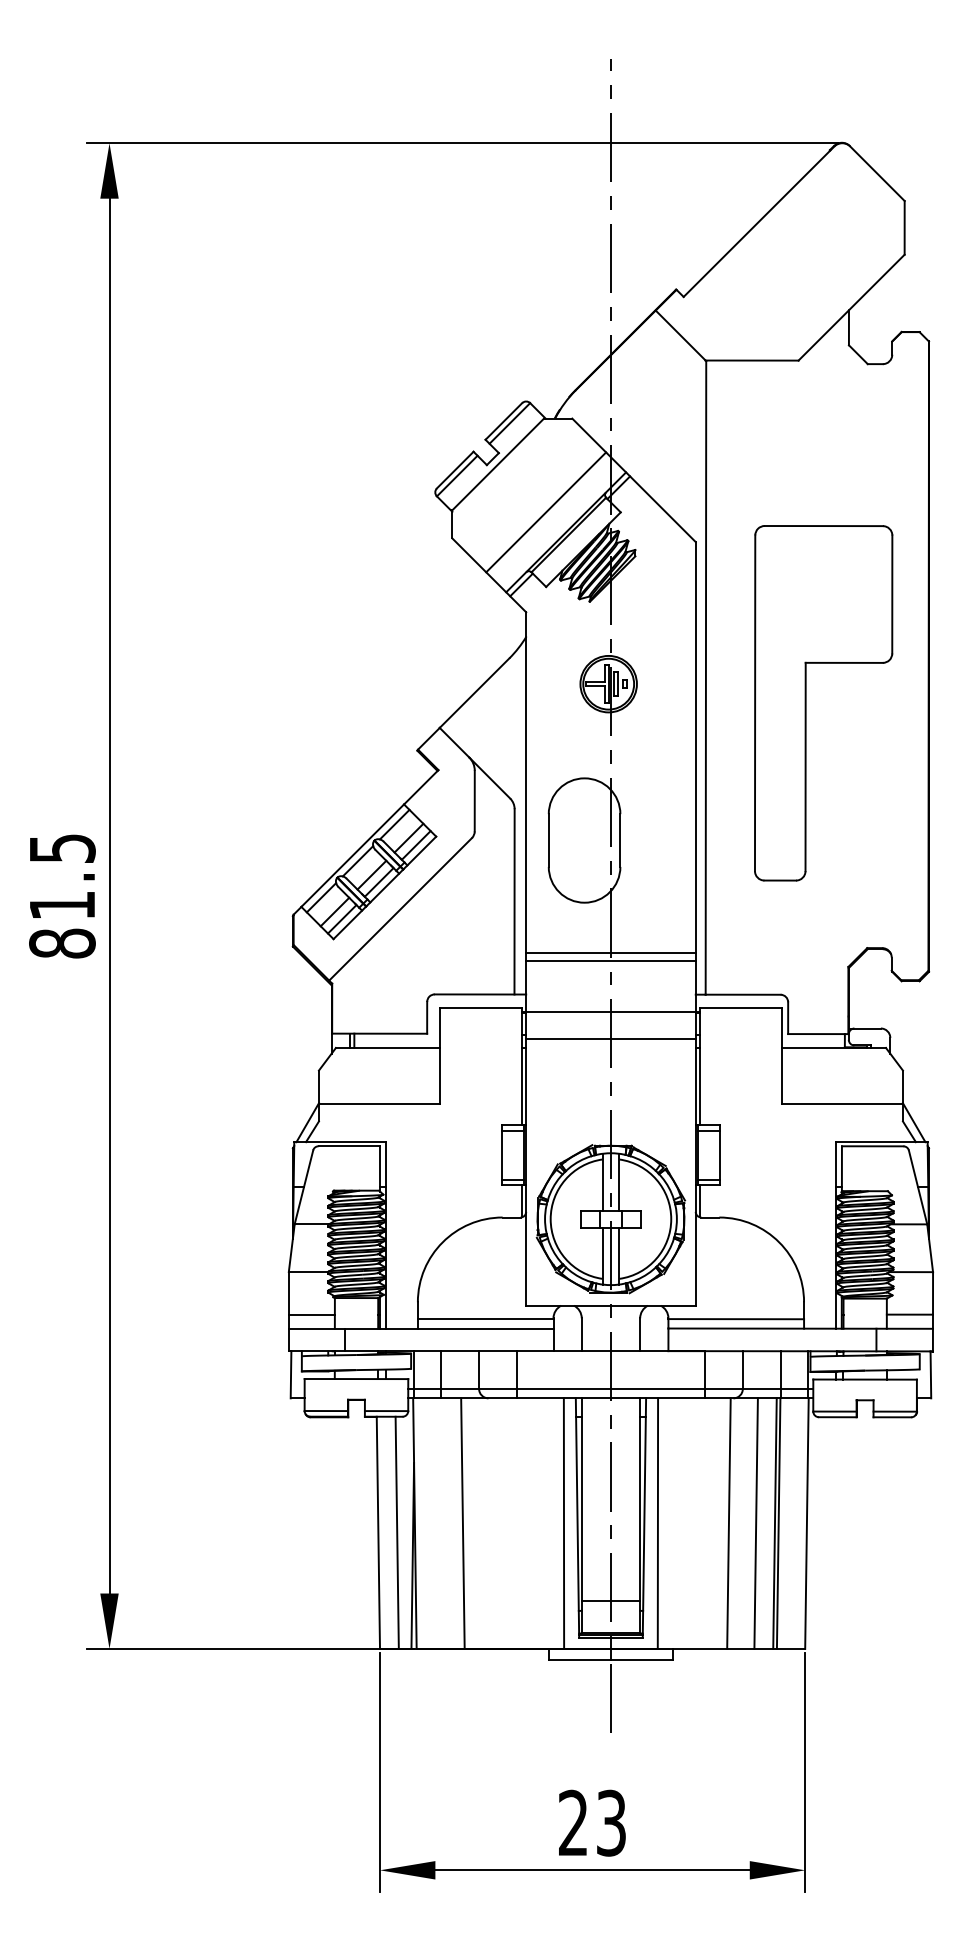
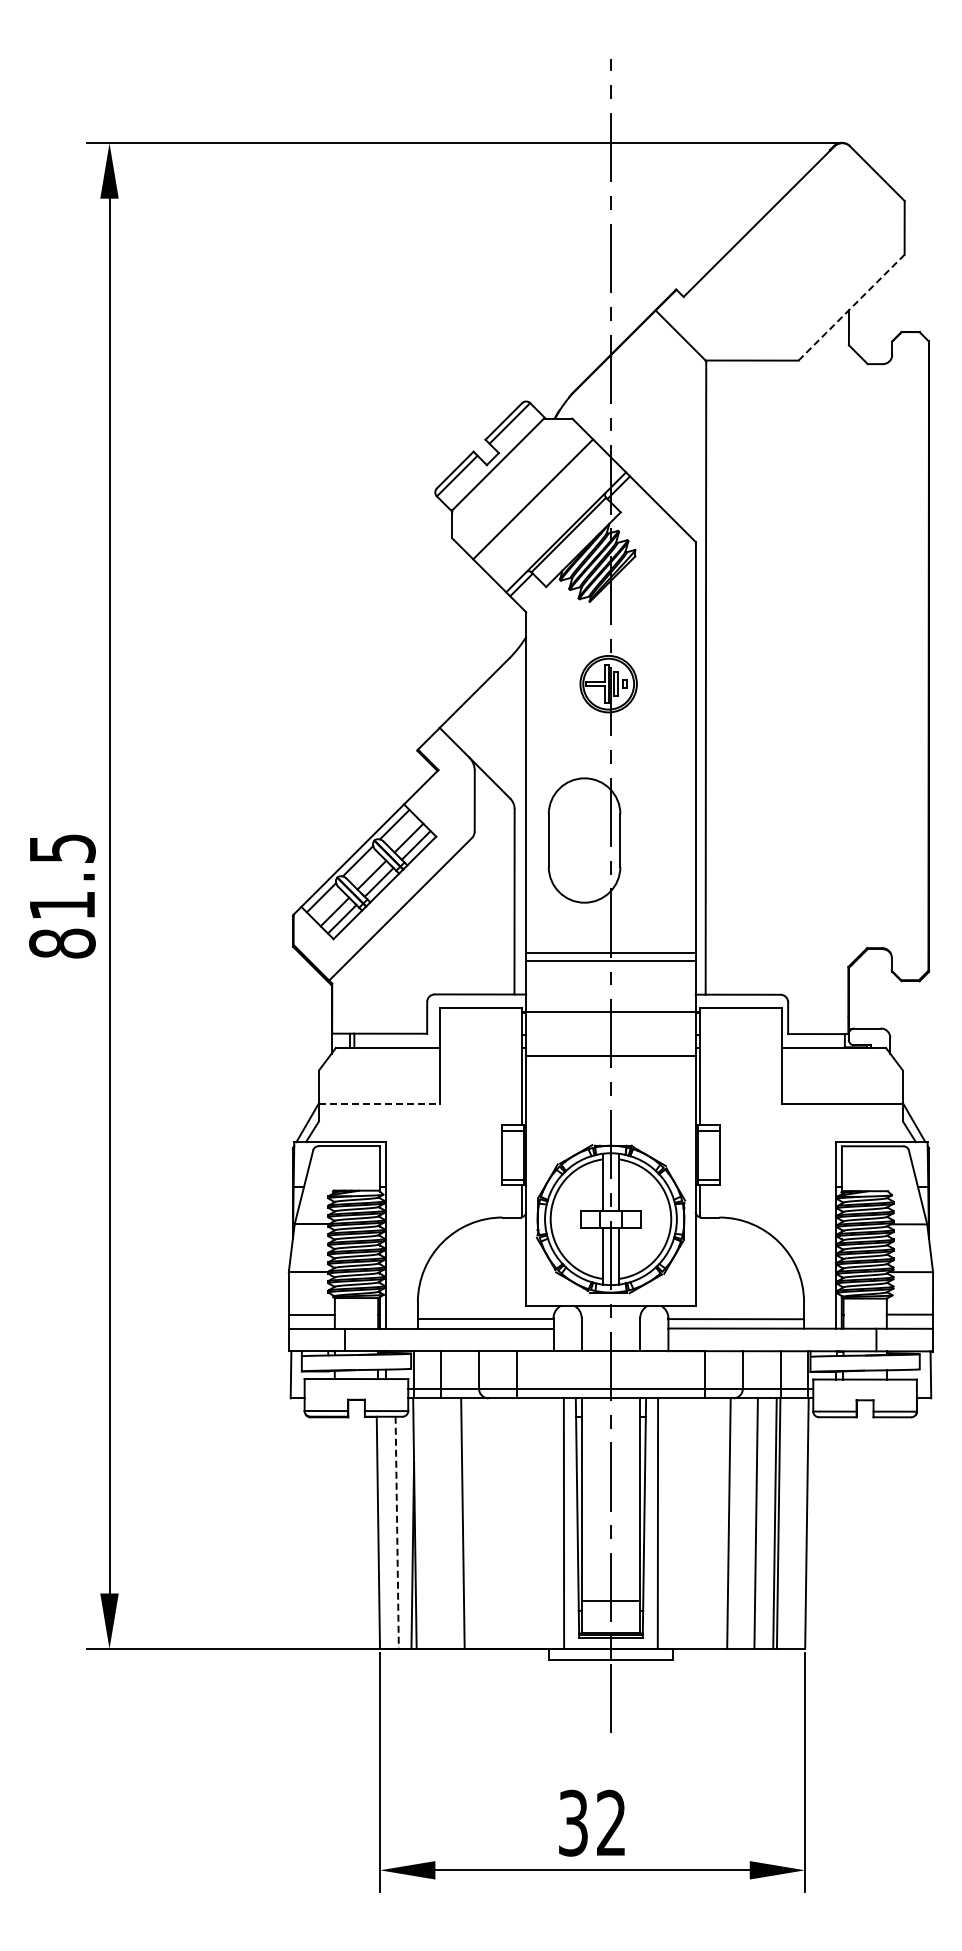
line at (851, 307): solid -> dashed
line at (546, 512) position: (546, 512) -> (533, 499)
part at (806, 703): present -> none
line at (610, 1038) position: (610, 1038) -> (610, 1055)
line at (379, 1104): solid -> dashed
line at (397, 1533): solid -> dashed
text at (592, 1823): 23 -> 32
